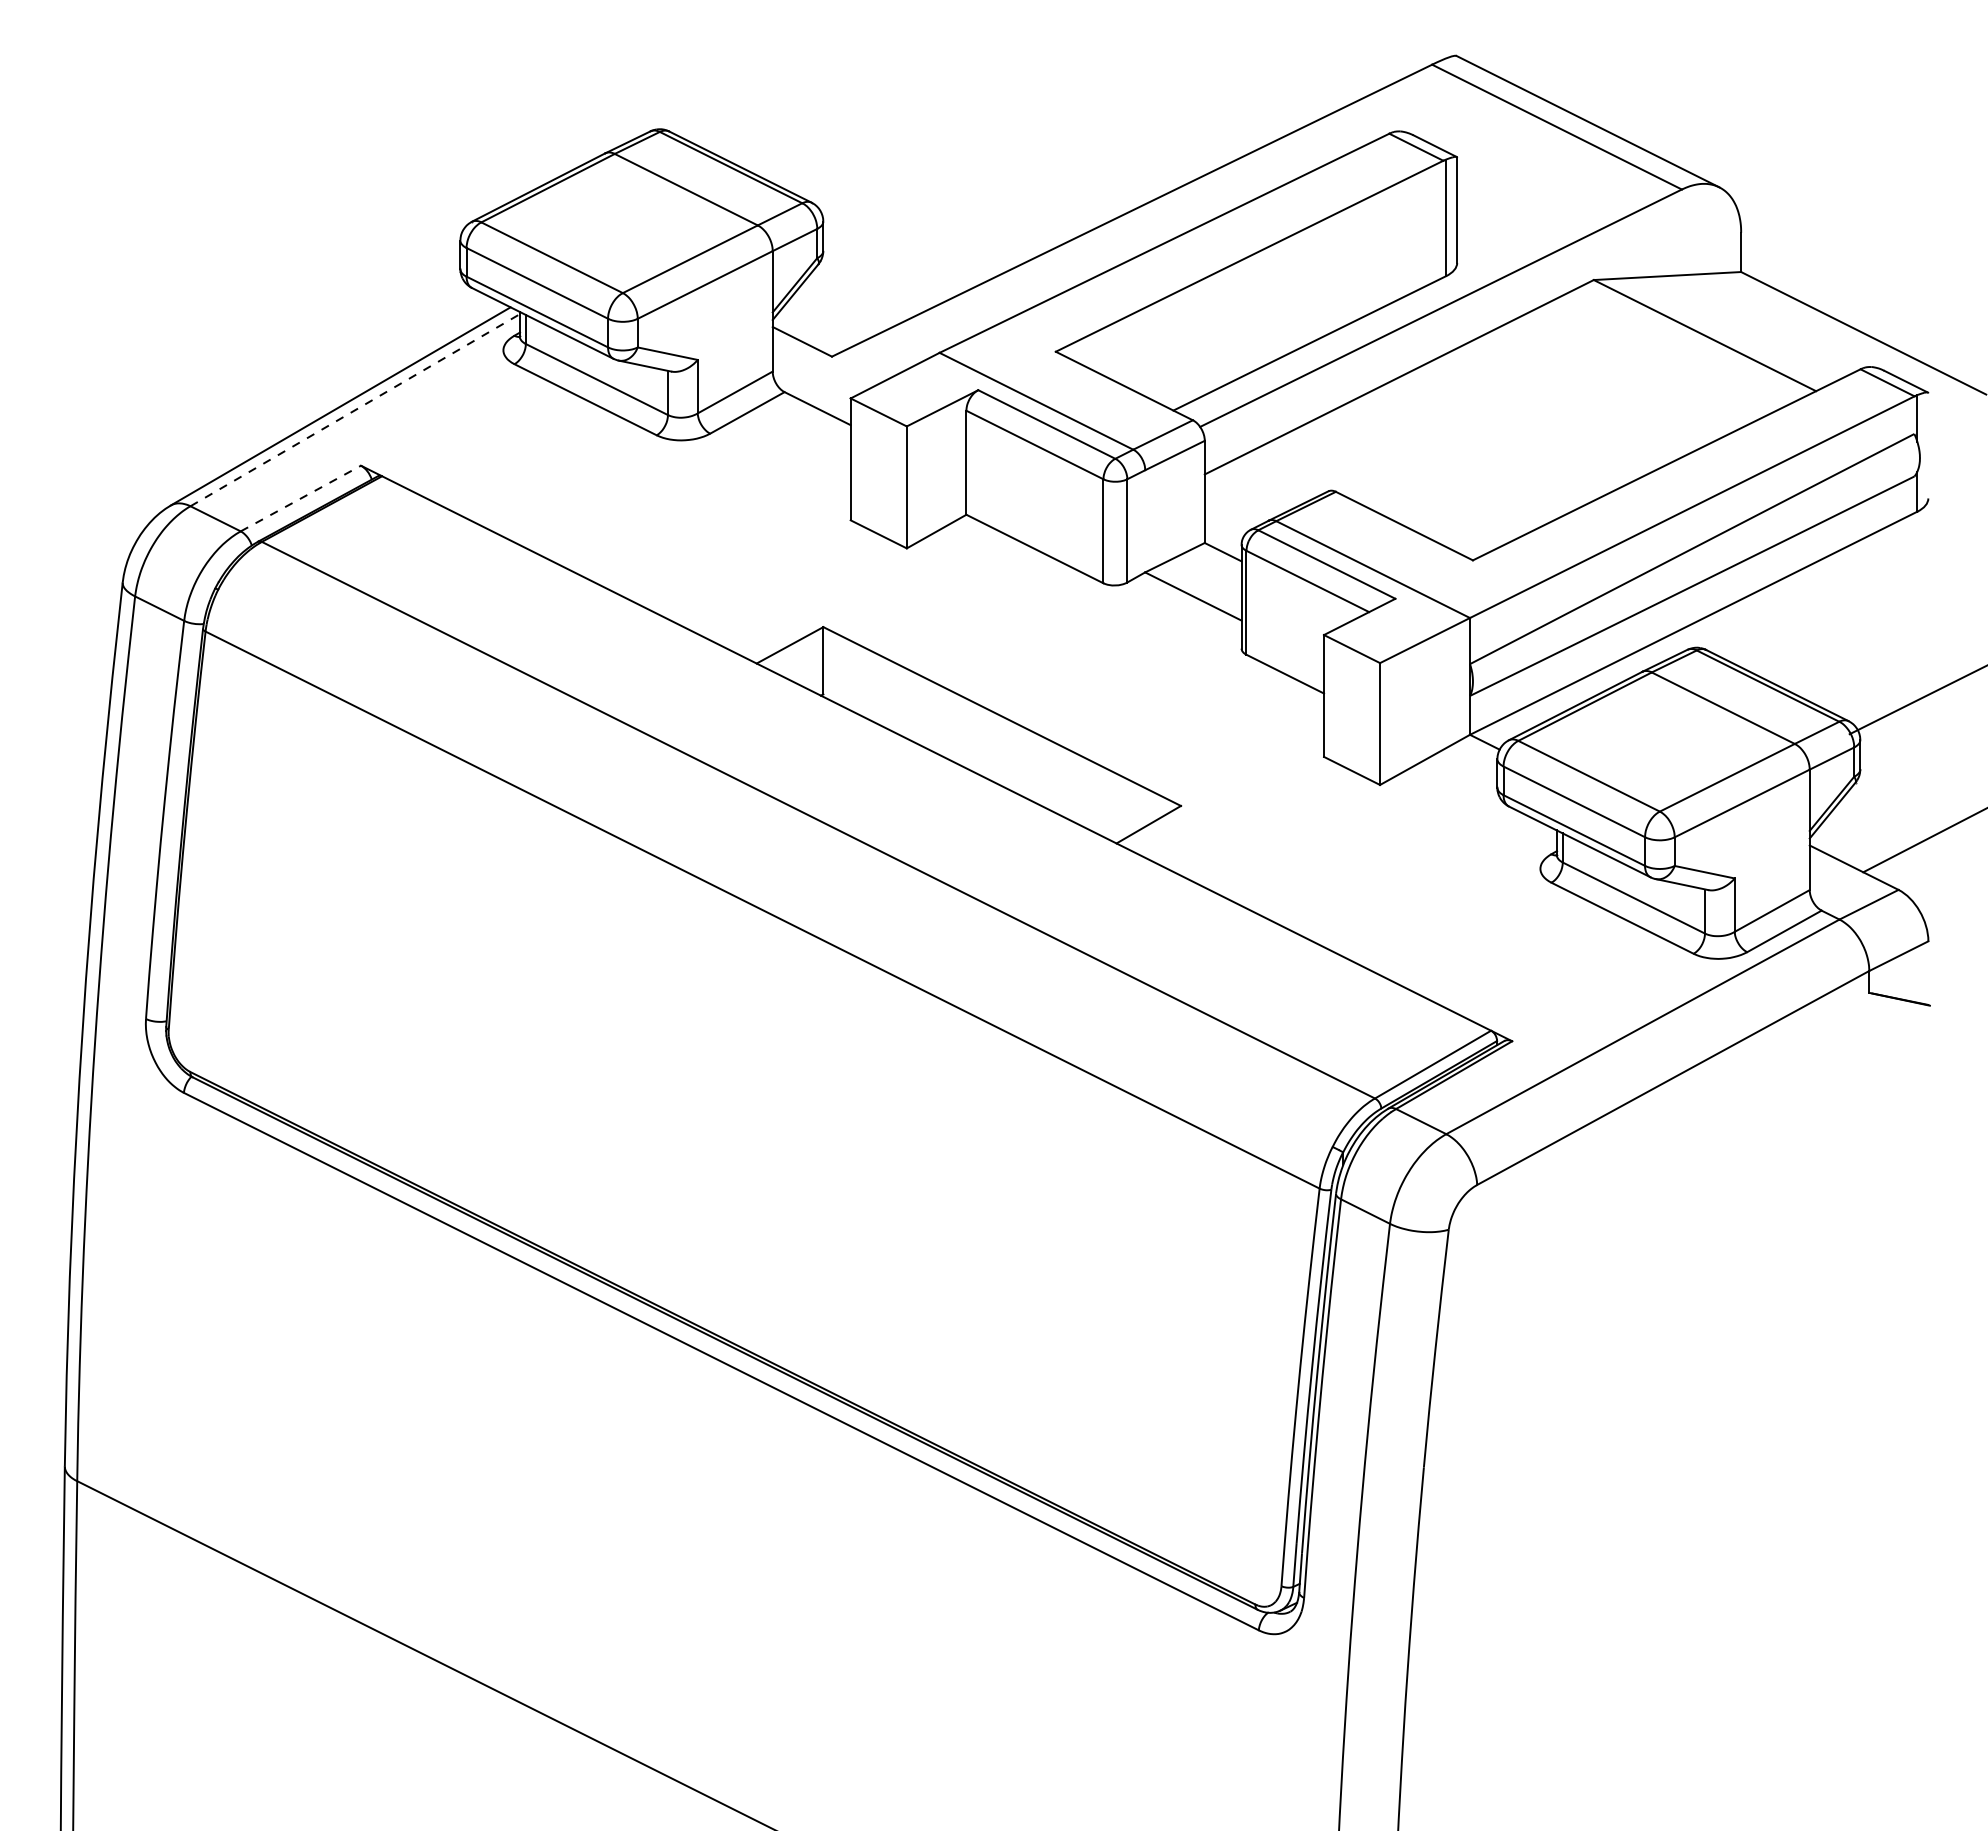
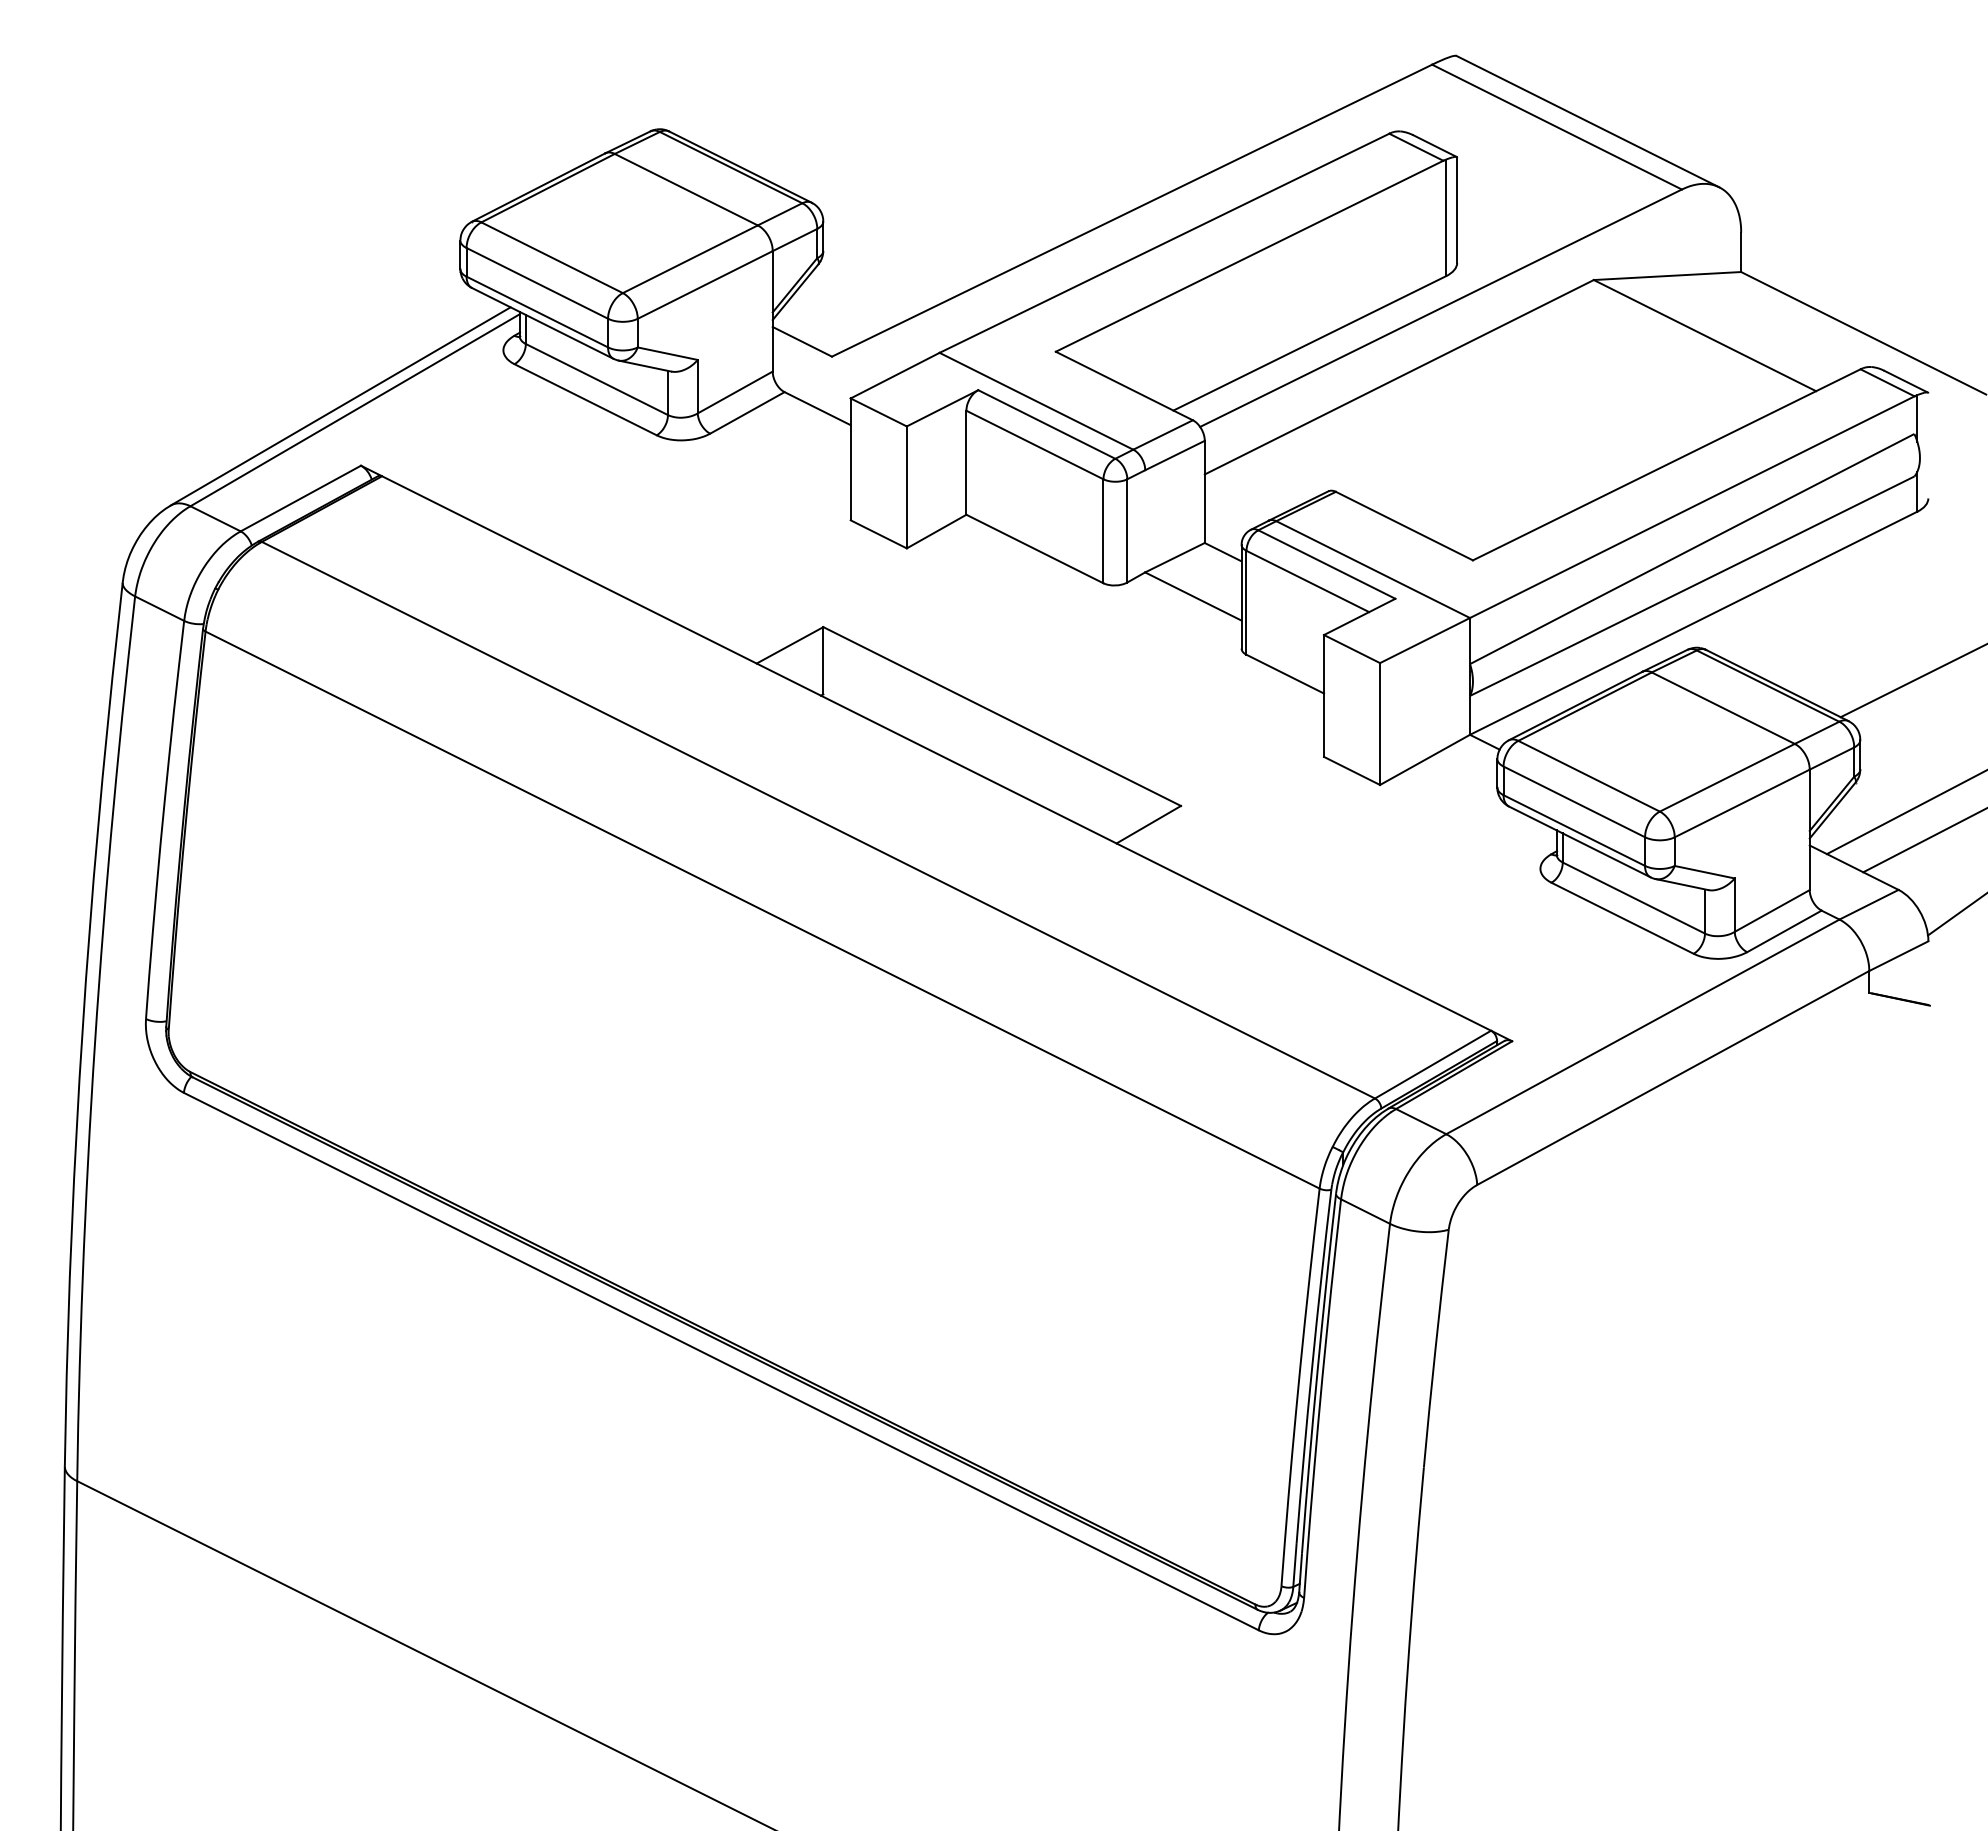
line at (355, 410): dashed -> solid
line at (300, 498): dashed -> solid
line at (1916, 700) position: (1916, 700) -> (1912, 681)
line at (1905, 812): none -> present
line at (1956, 915): none -> present
